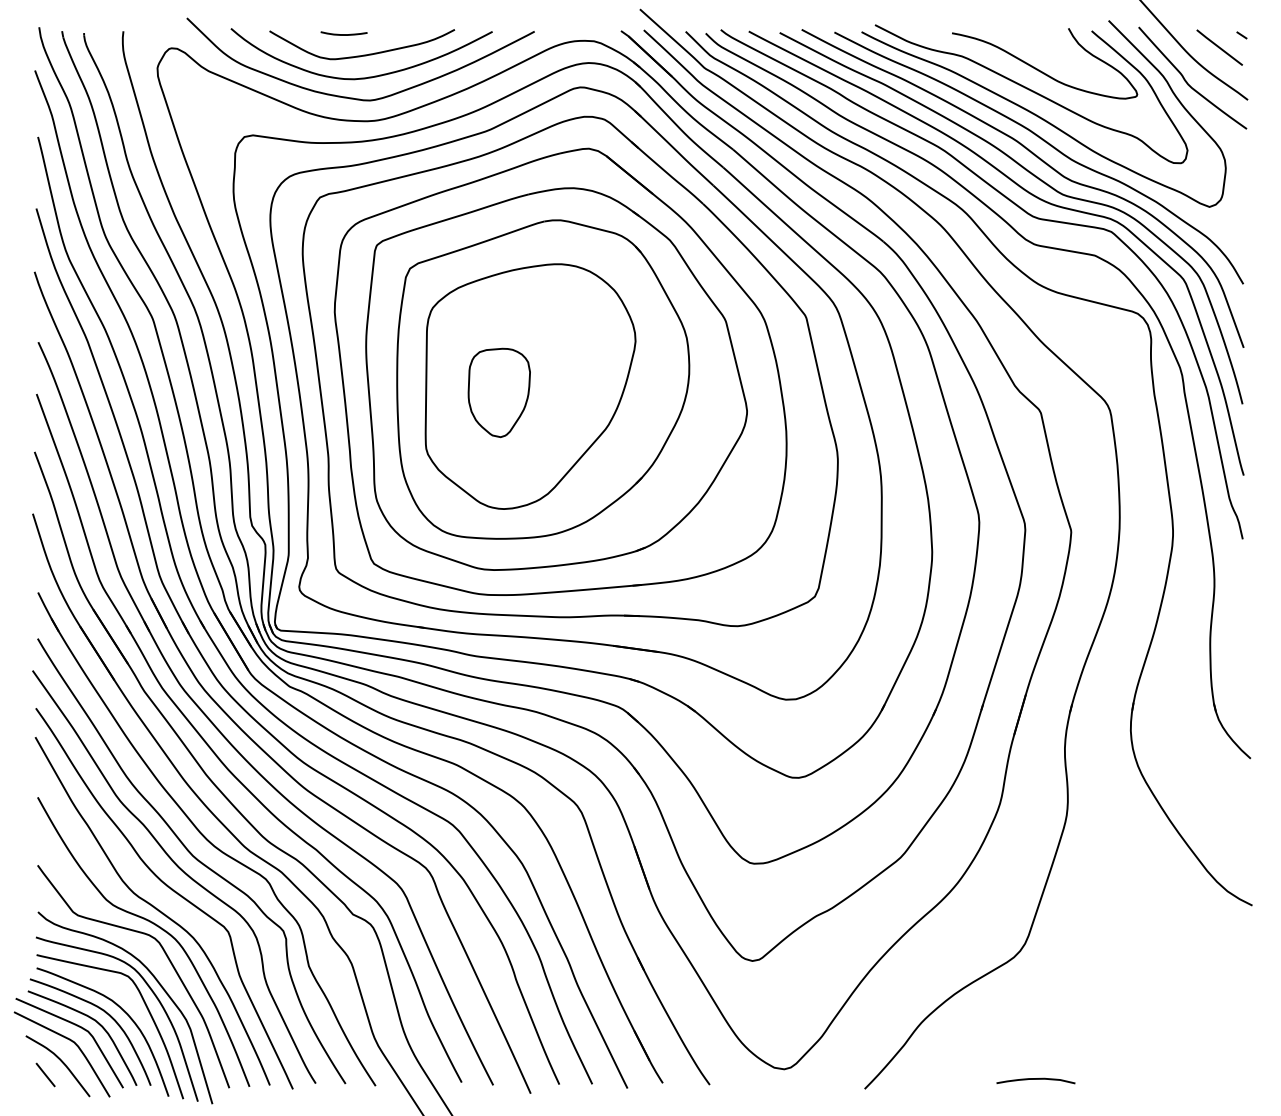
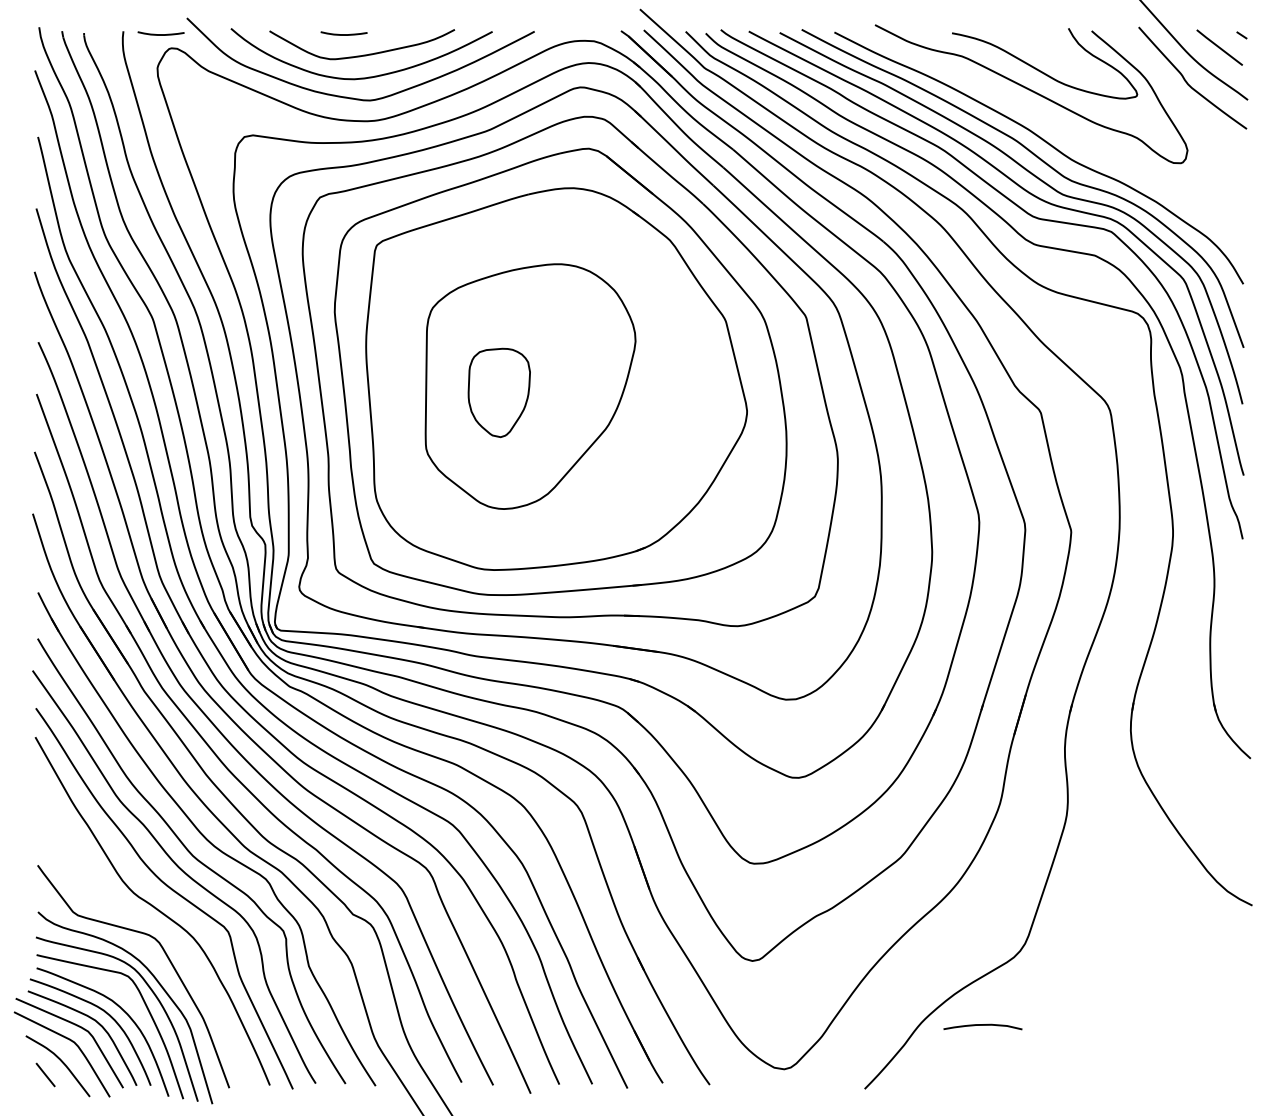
curve at (160, 34): none -> present
curve at (1042, 117): present -> none
part at (543, 379): present -> none
curve at (154, 925): present -> none
curve at (1035, 1079) position: (1035, 1079) -> (982, 1025)
